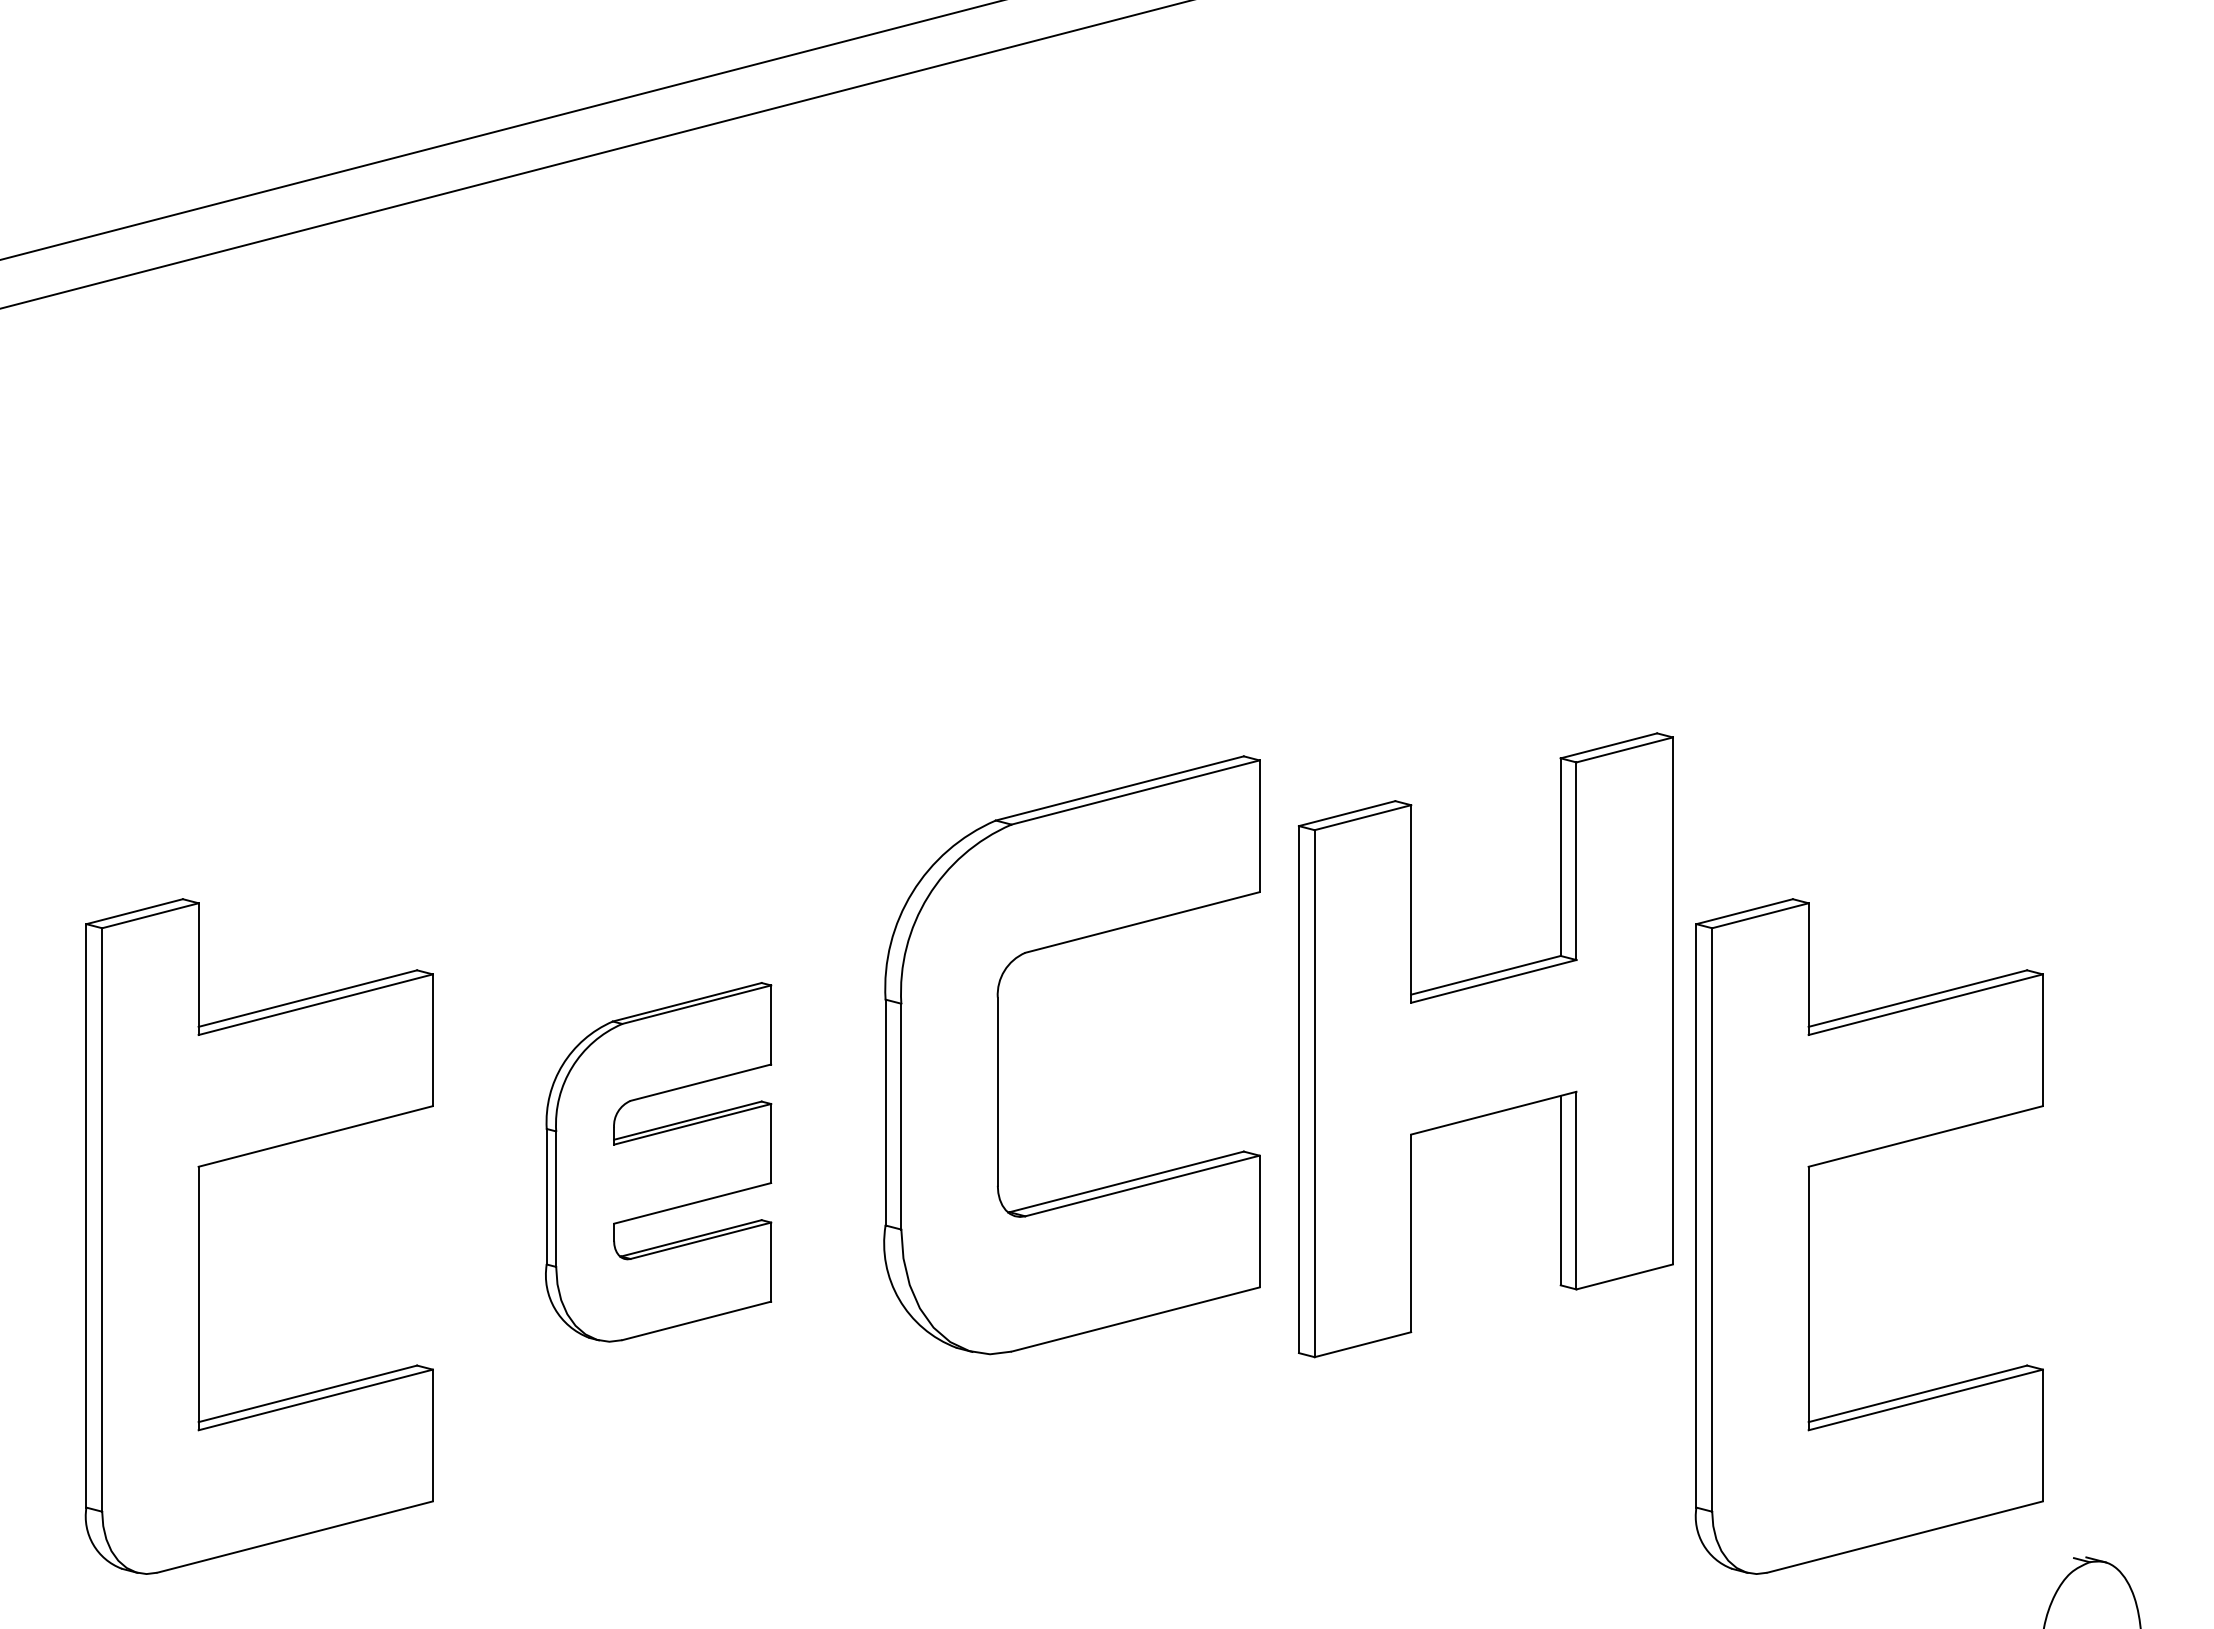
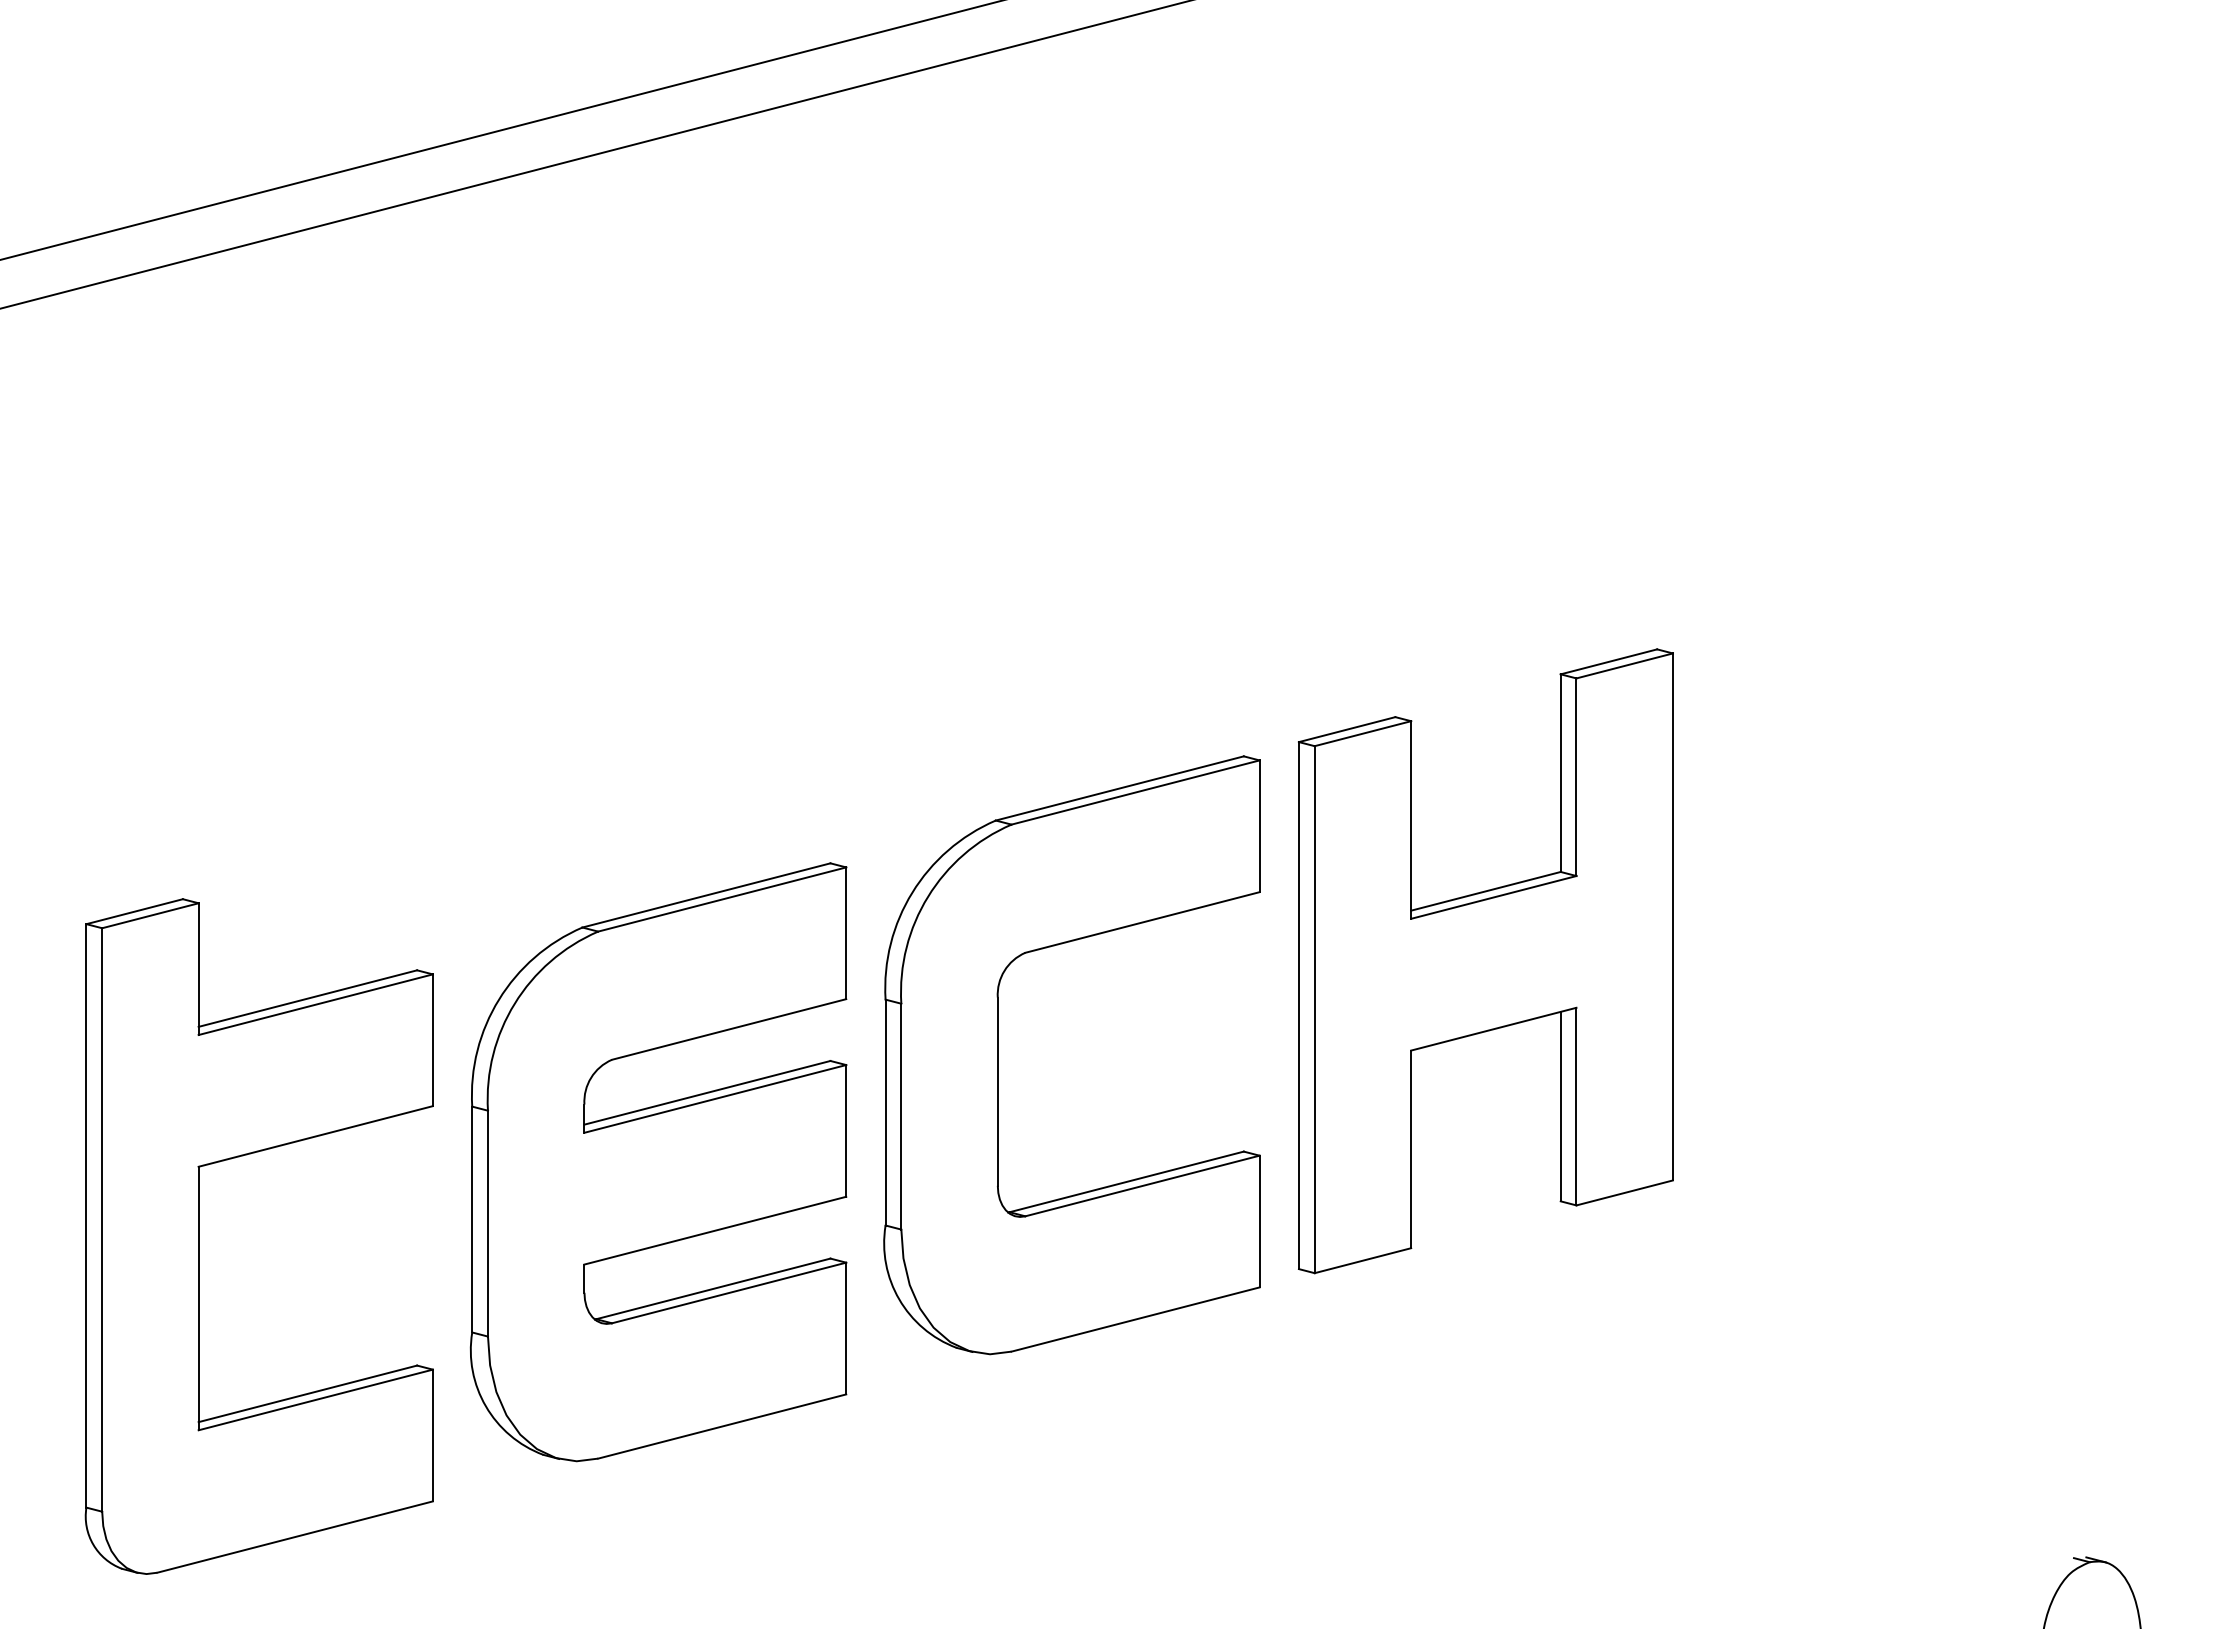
part at (1485, 1045) position: (1485, 1045) -> (1485, 961)
part at (658, 1162) size: 228x361 px -> 379x601 px
part at (1809, 1236): present -> none
